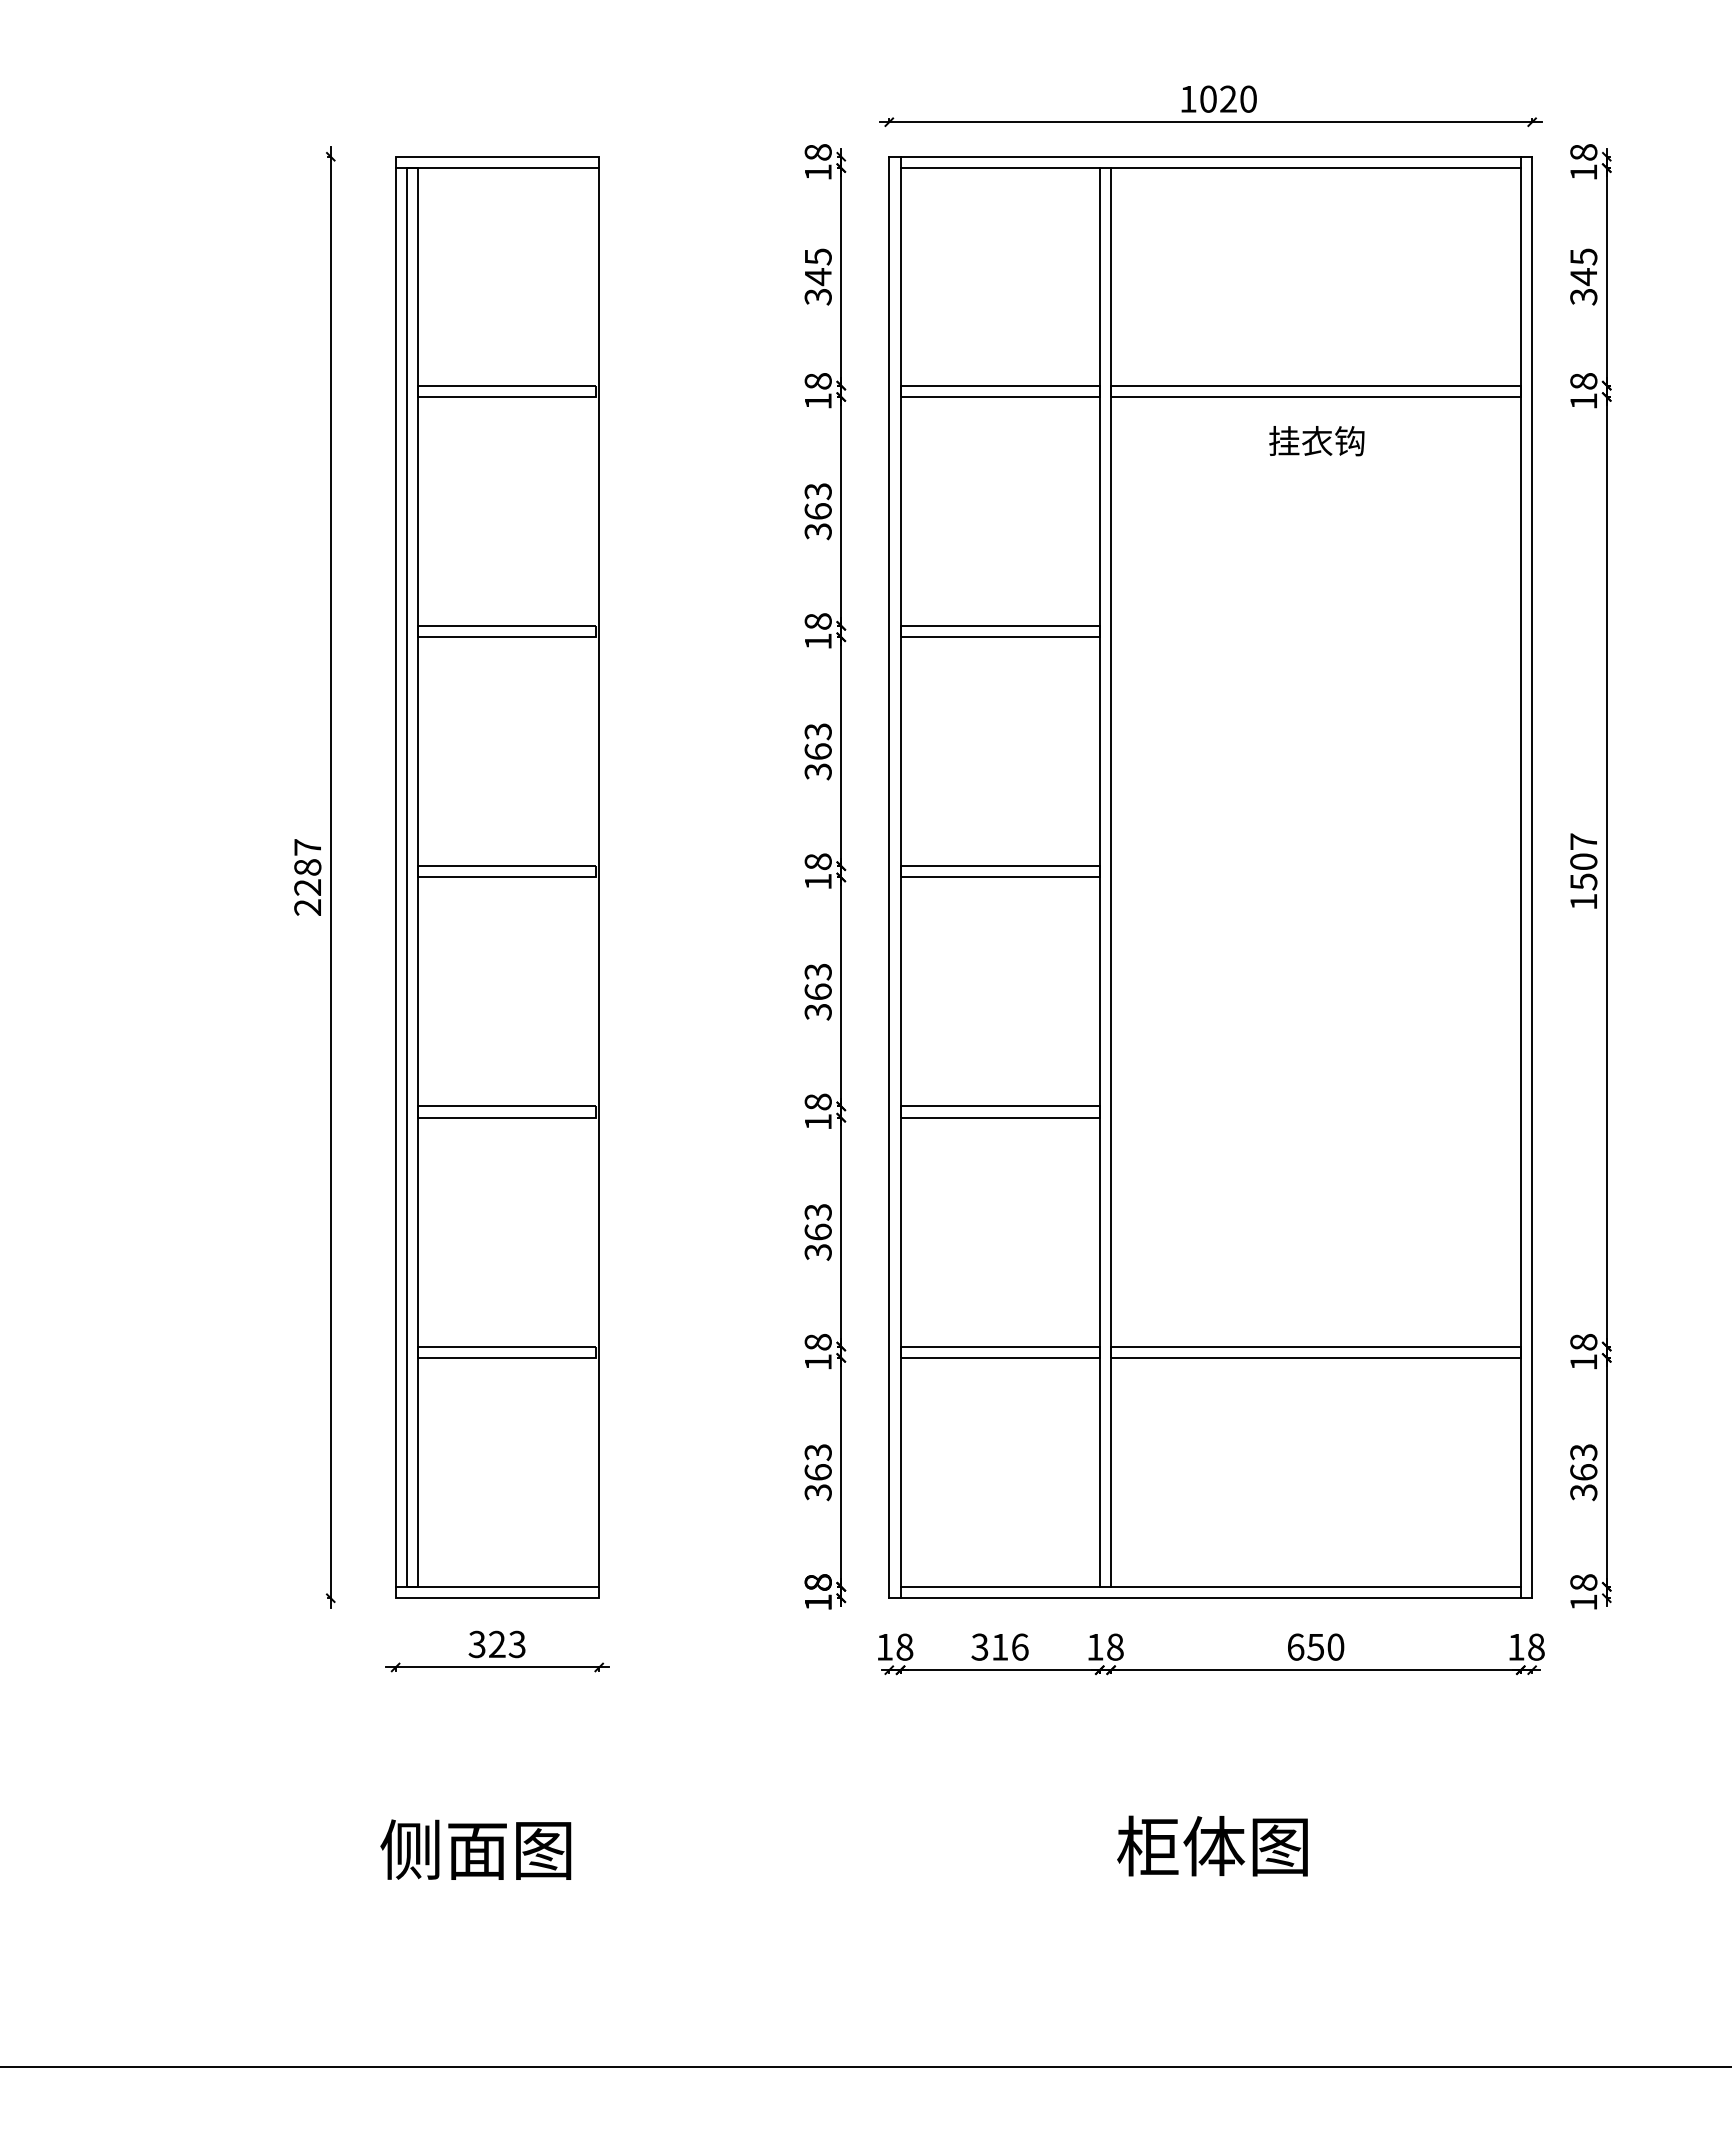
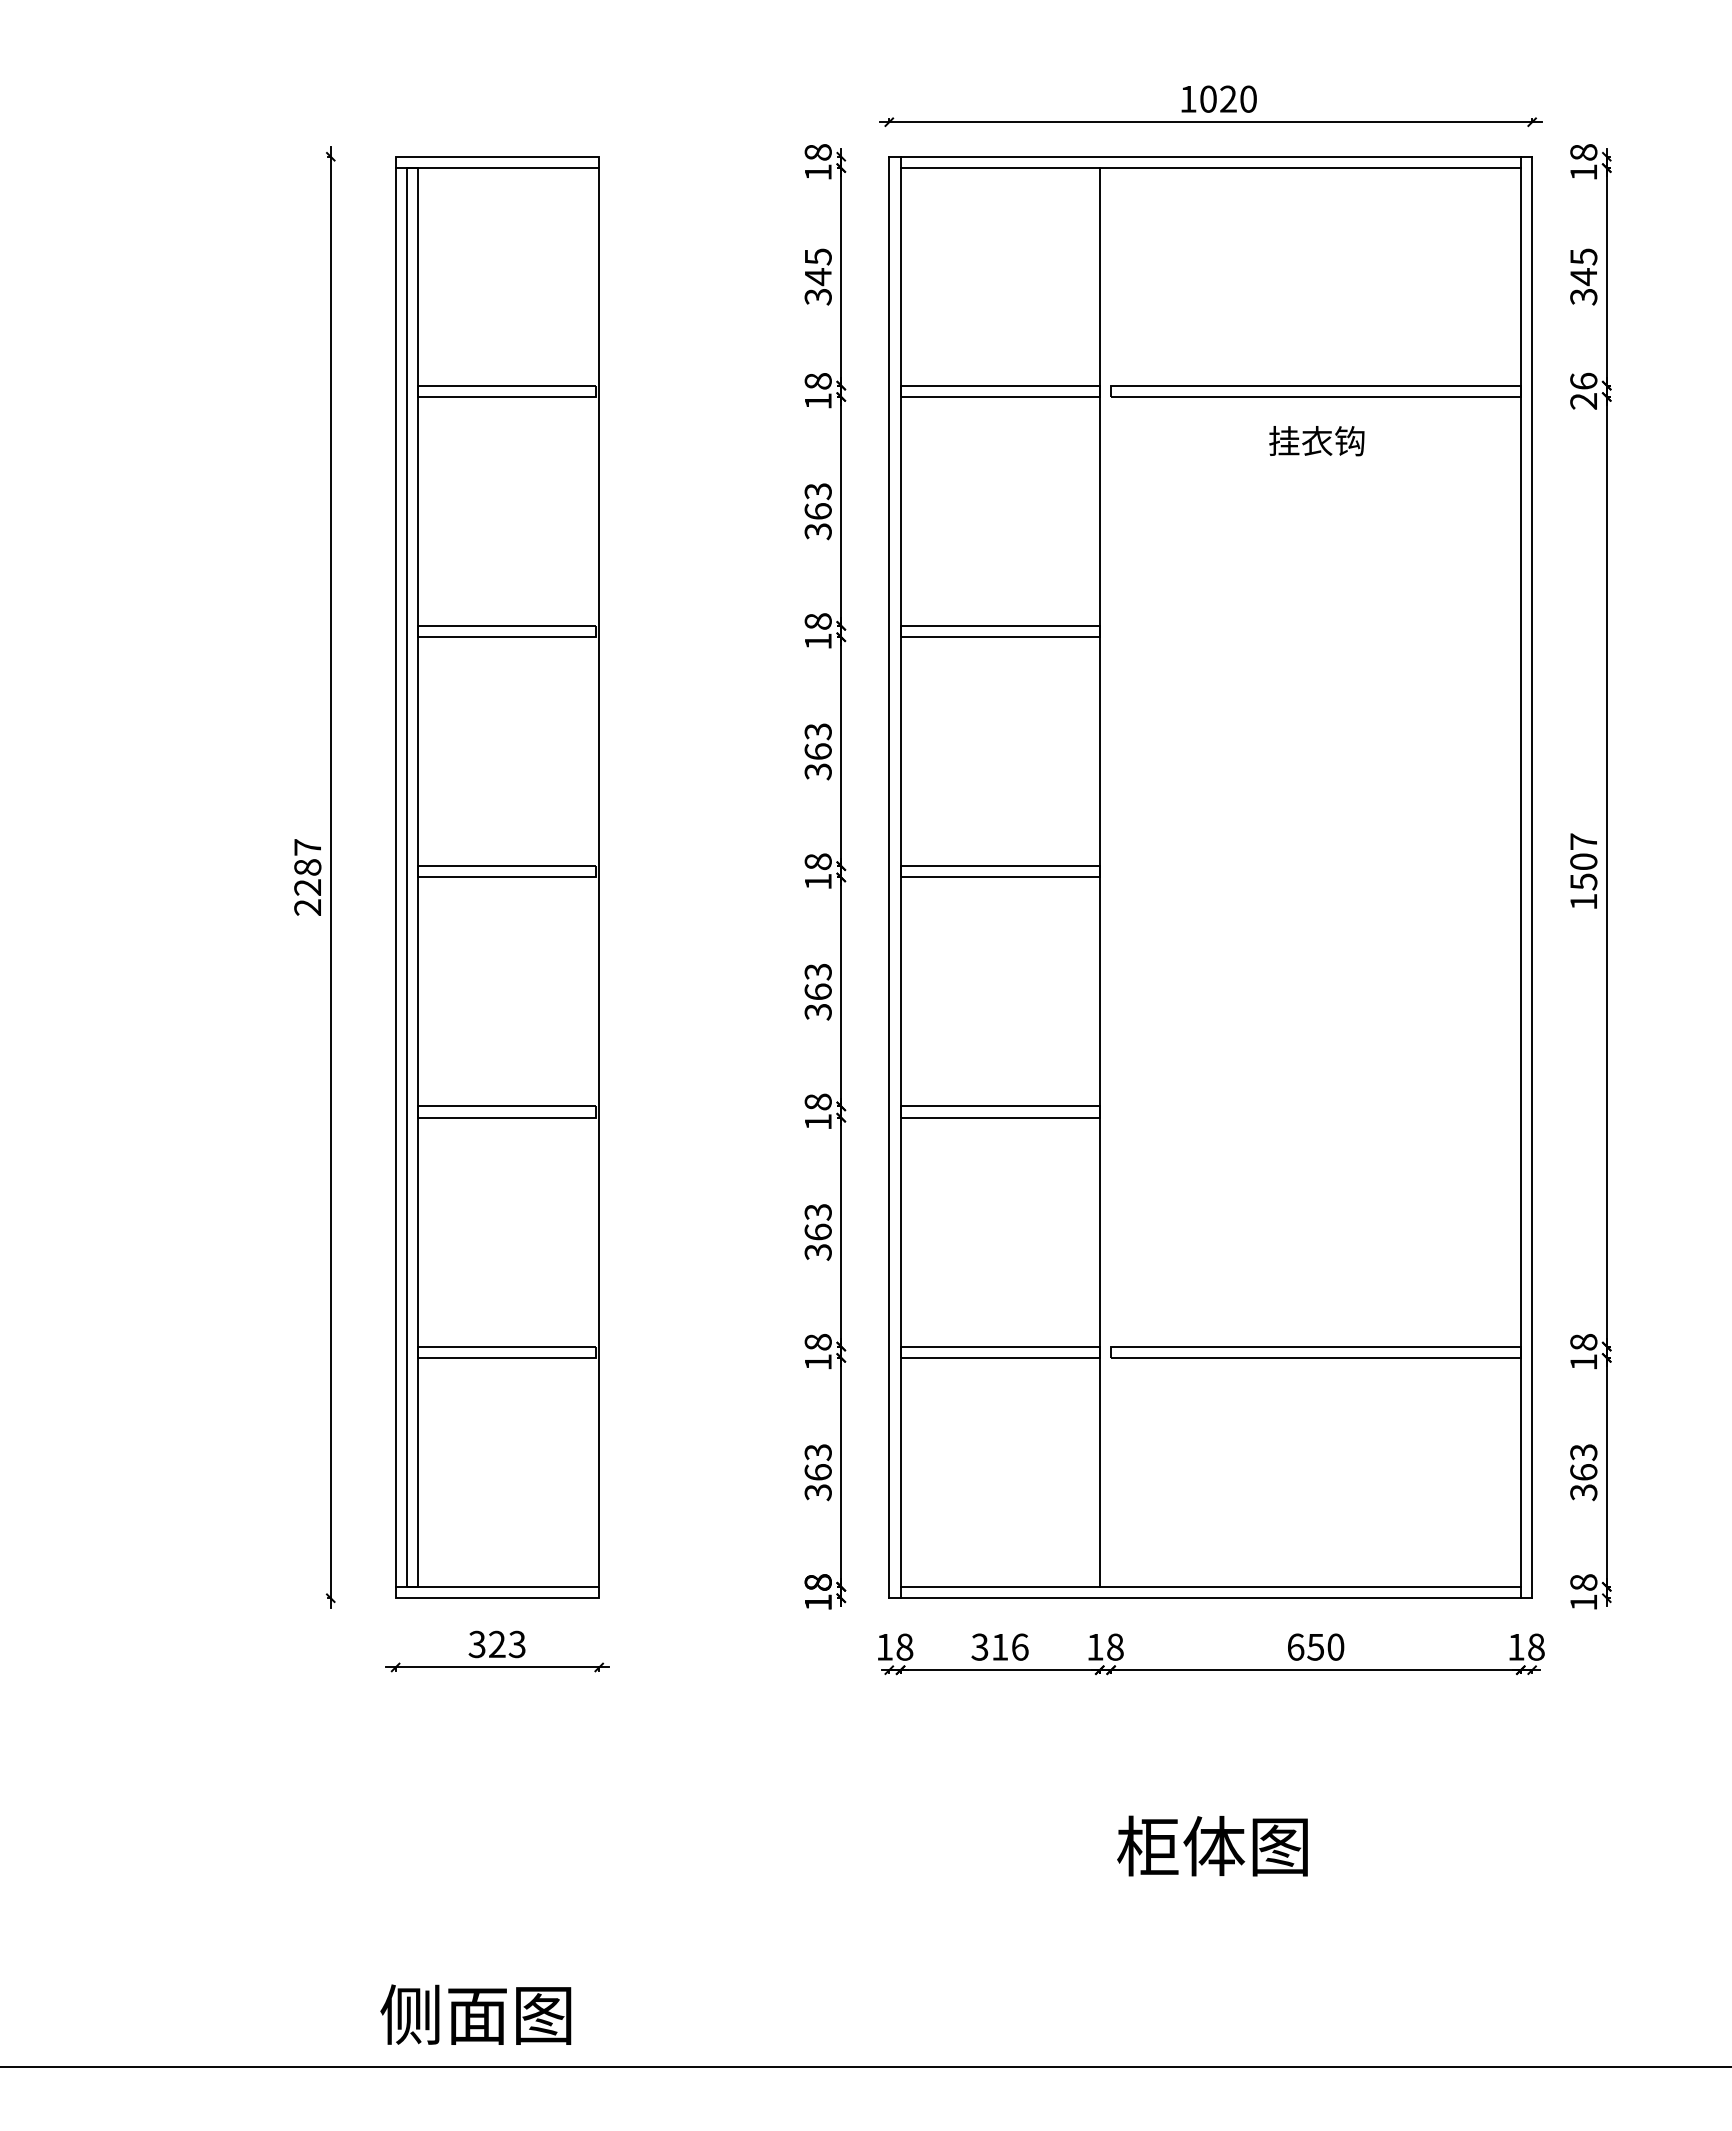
text at (1583, 390): 18 -> 26
line at (1111, 877): present -> none
text at (475, 1849) position: (475, 1849) -> (475, 2014)
